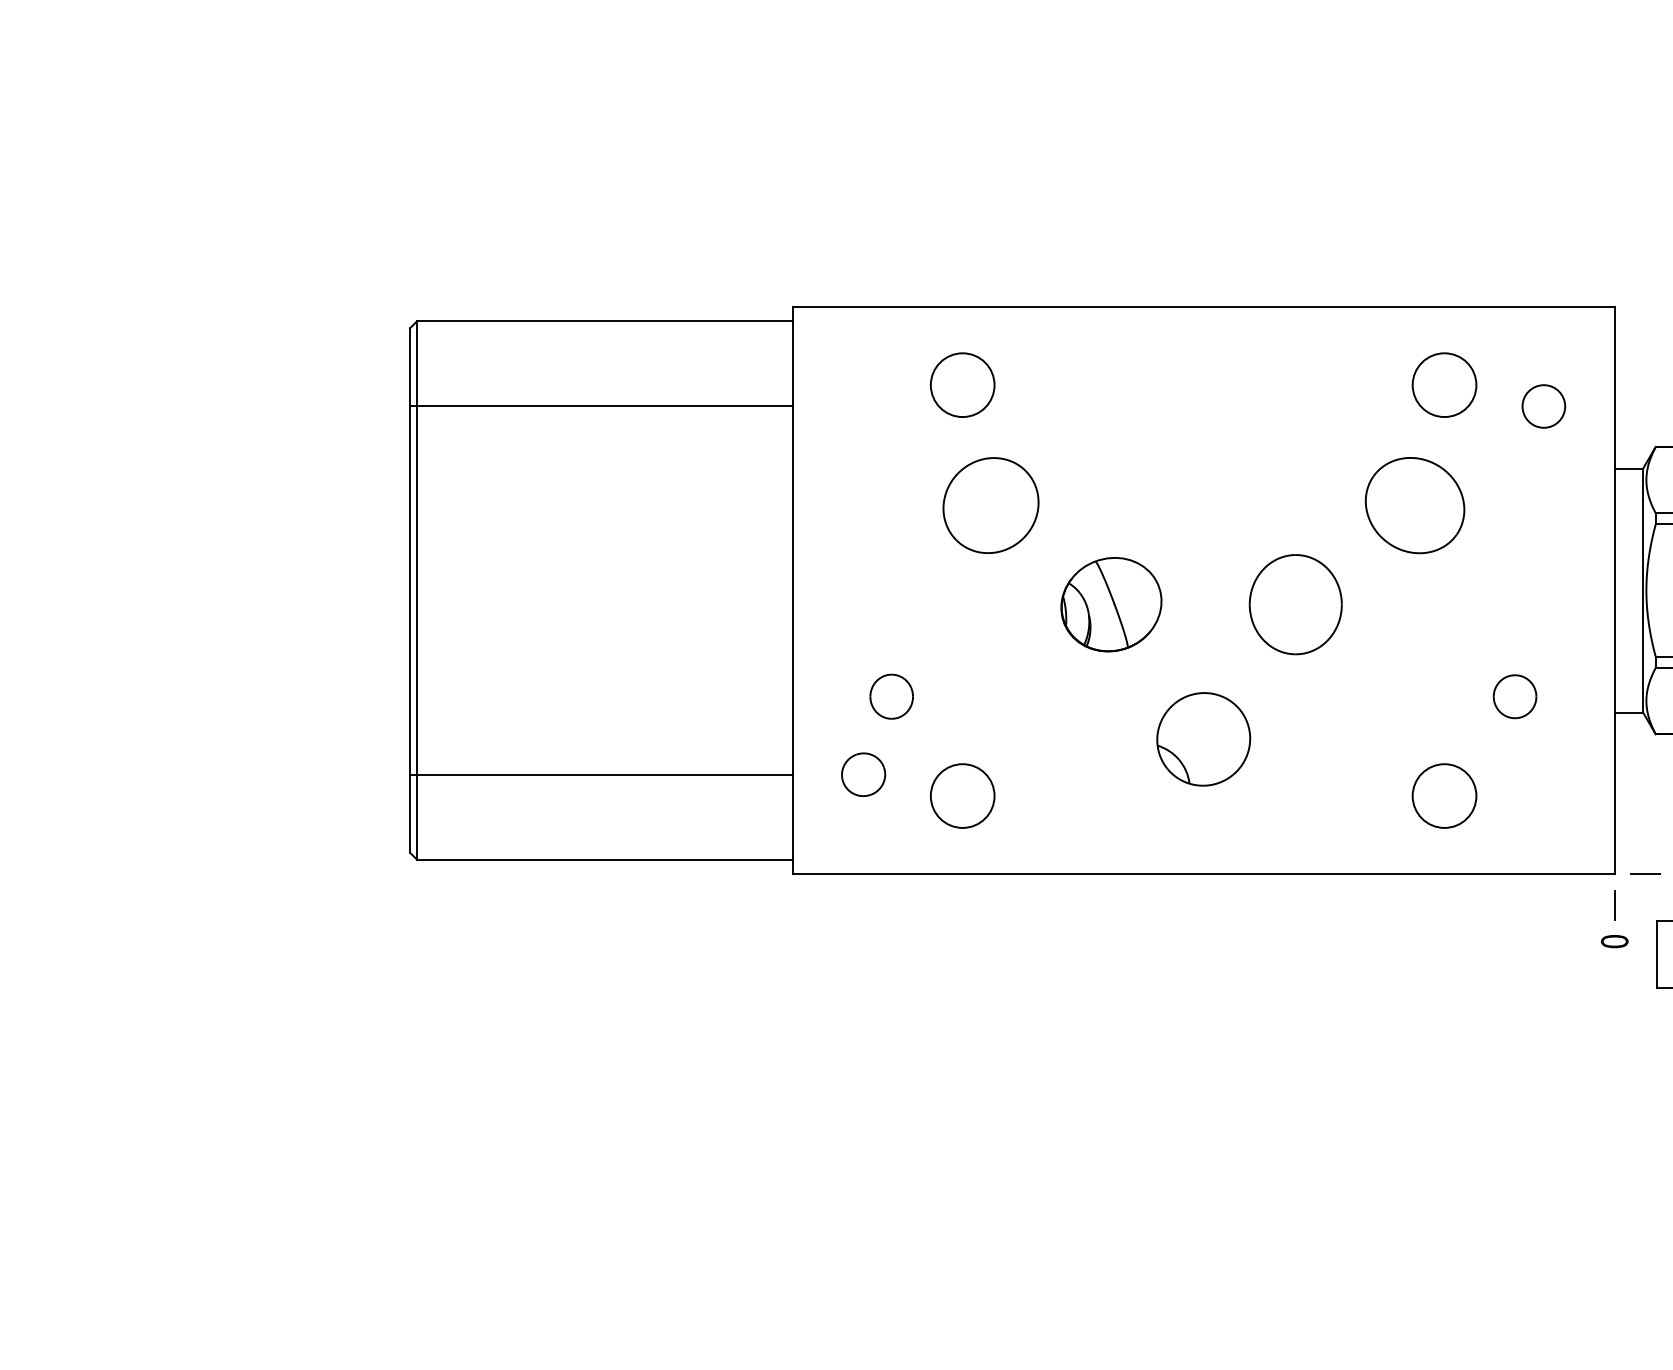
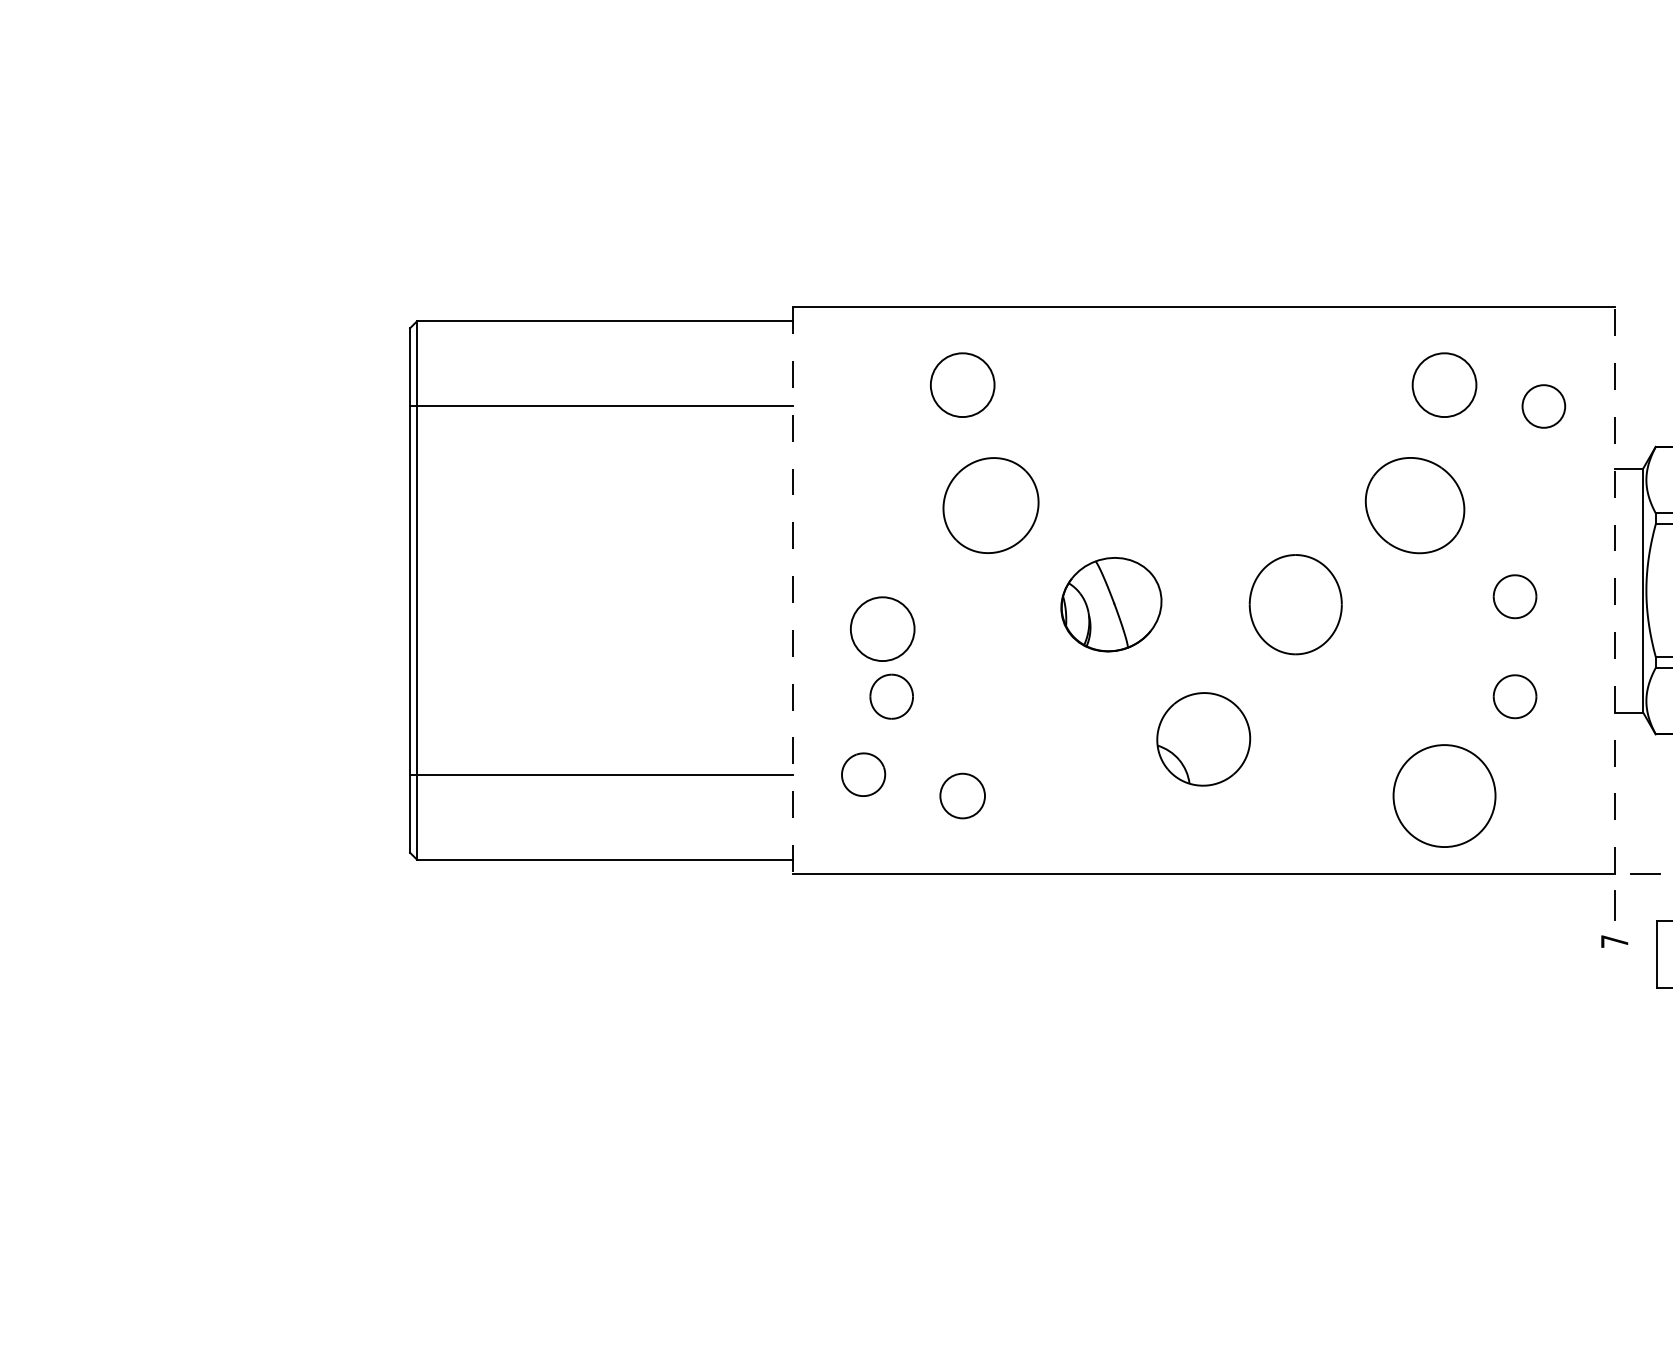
line at (1614, 590): solid -> dashed
line at (792, 591): solid -> dashed
part at (1514, 596): none -> present
circle at (882, 628): none -> present
circle at (962, 795) diameter: 64 px -> 45 px
circle at (1444, 795) diameter: 64 px -> 102 px
text at (1614, 941): 0 -> 7
